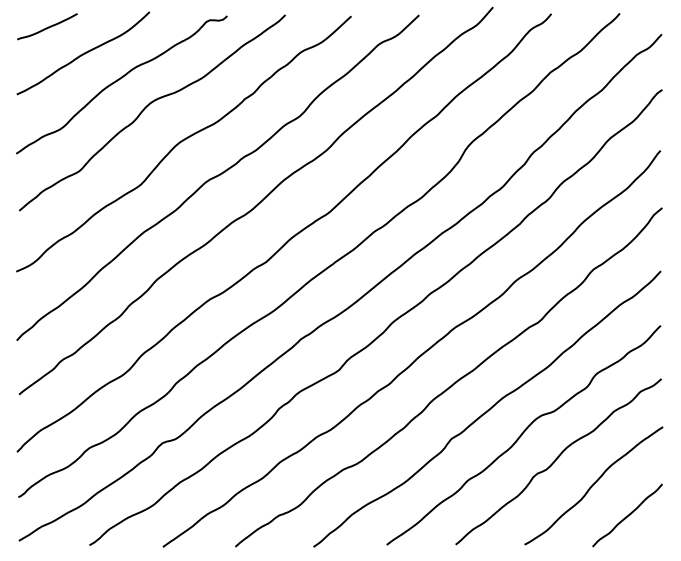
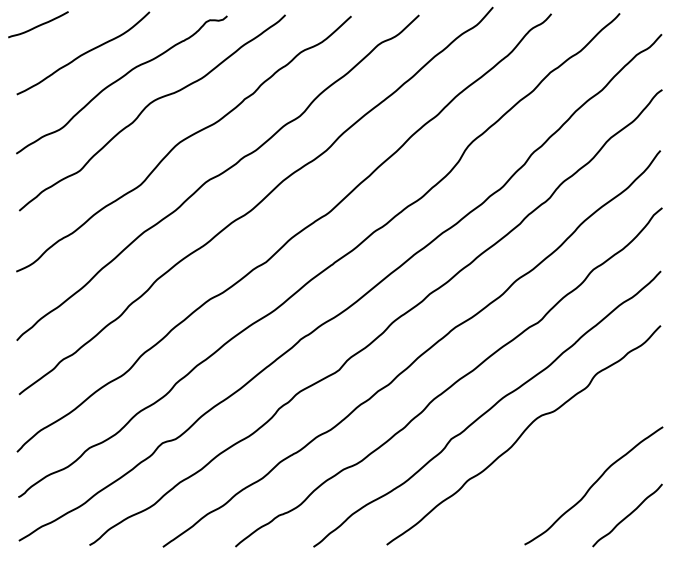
curve at (48, 26) position: (48, 26) -> (39, 24)
curve at (557, 459): present -> none
